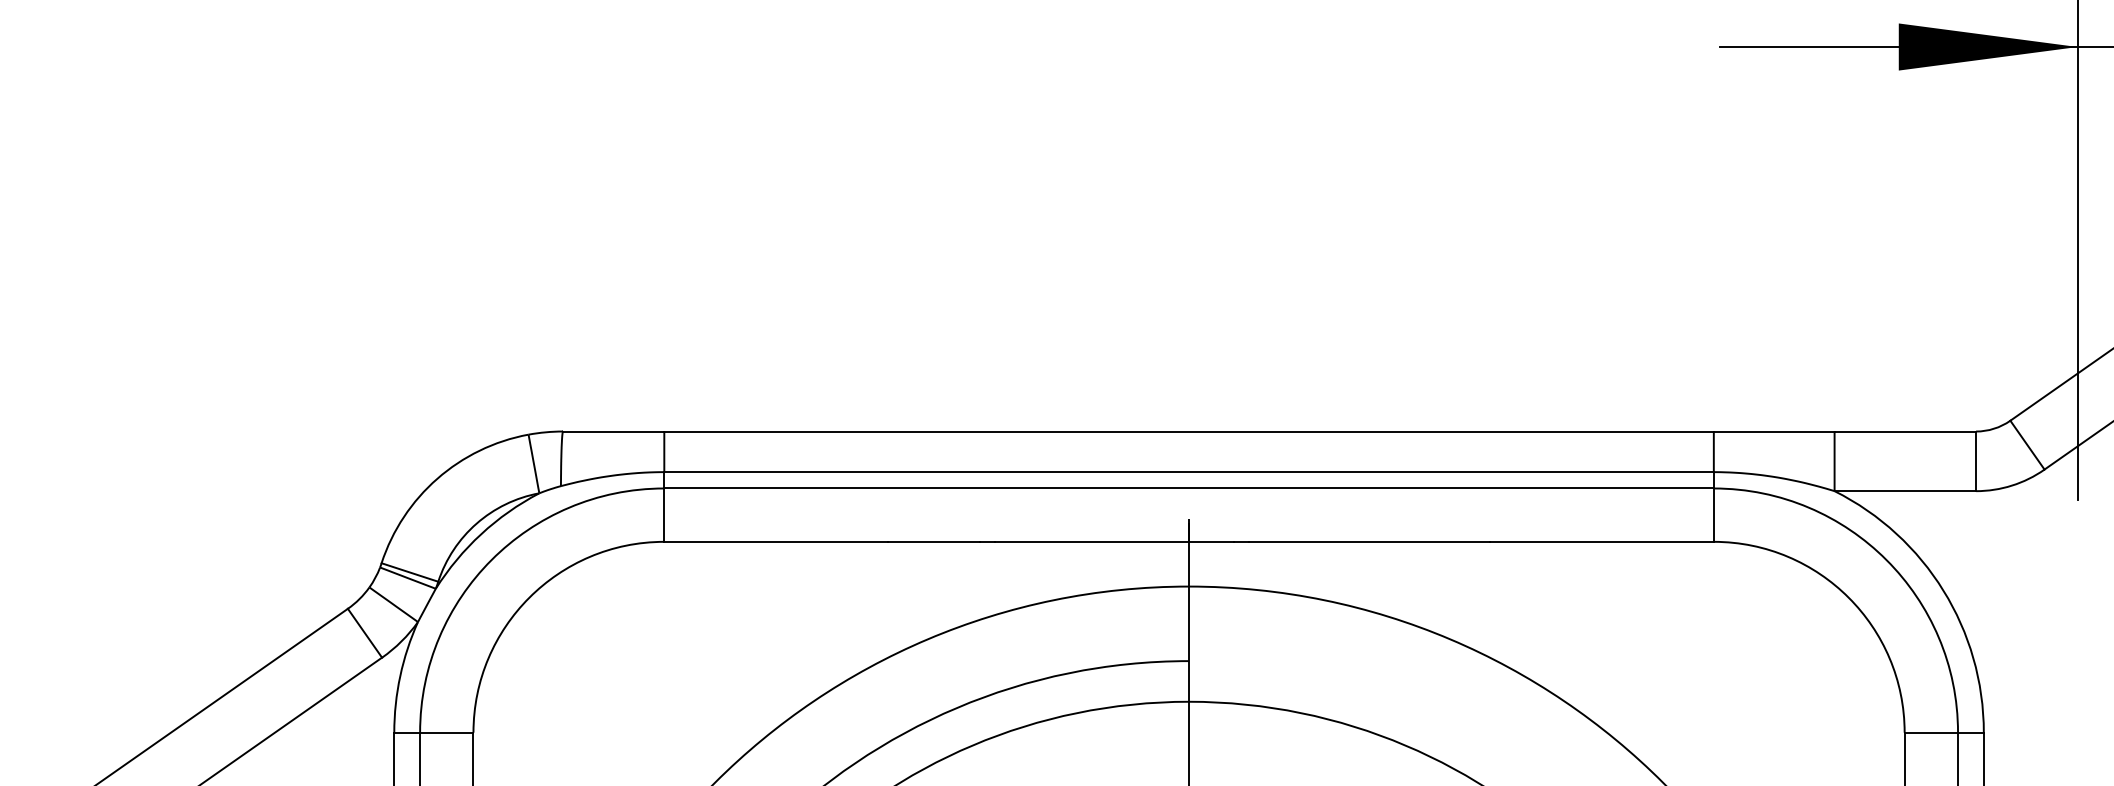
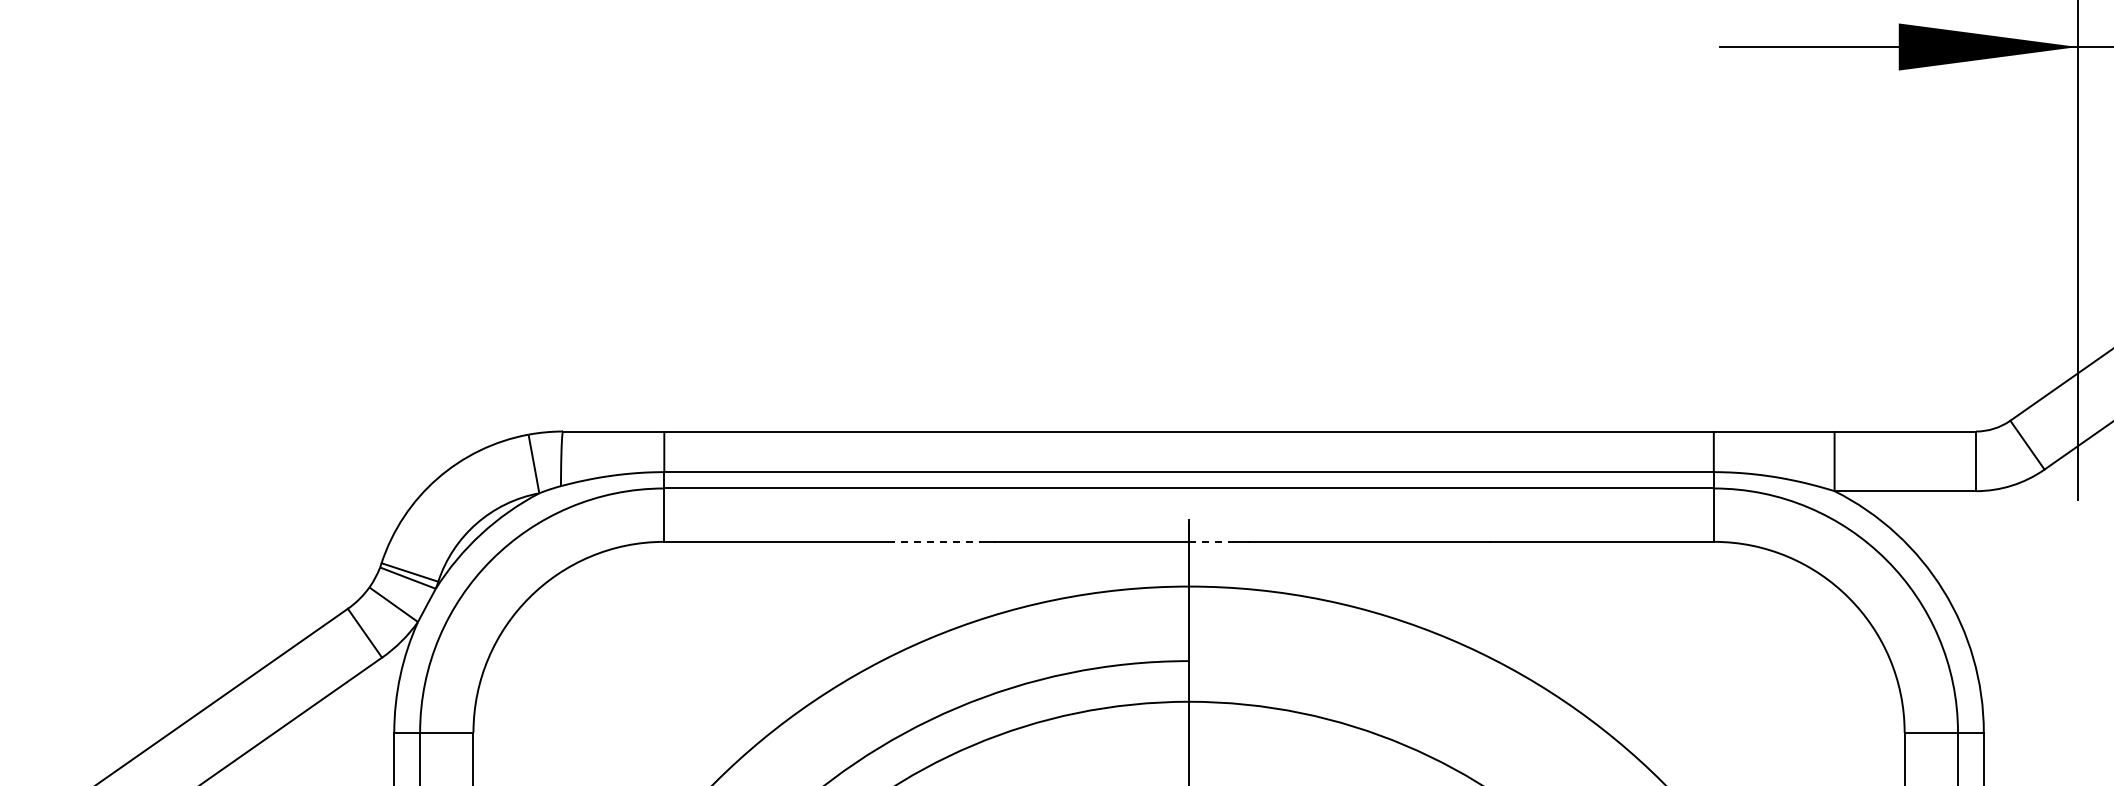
line at (934, 541): solid -> dashed
line at (1211, 541): solid -> dashed
